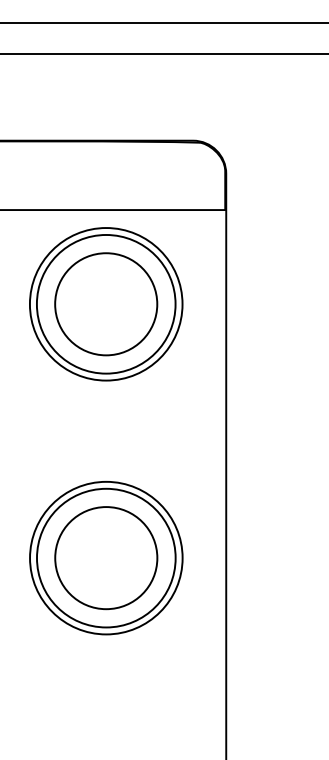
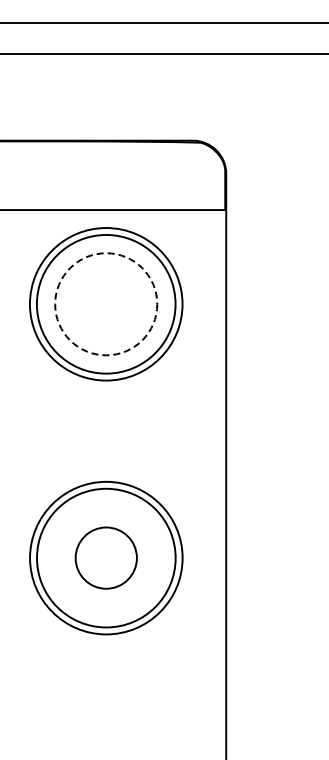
circle at (106, 304): solid -> dashed
circle at (106, 558) diameter: 102 px -> 61 px
